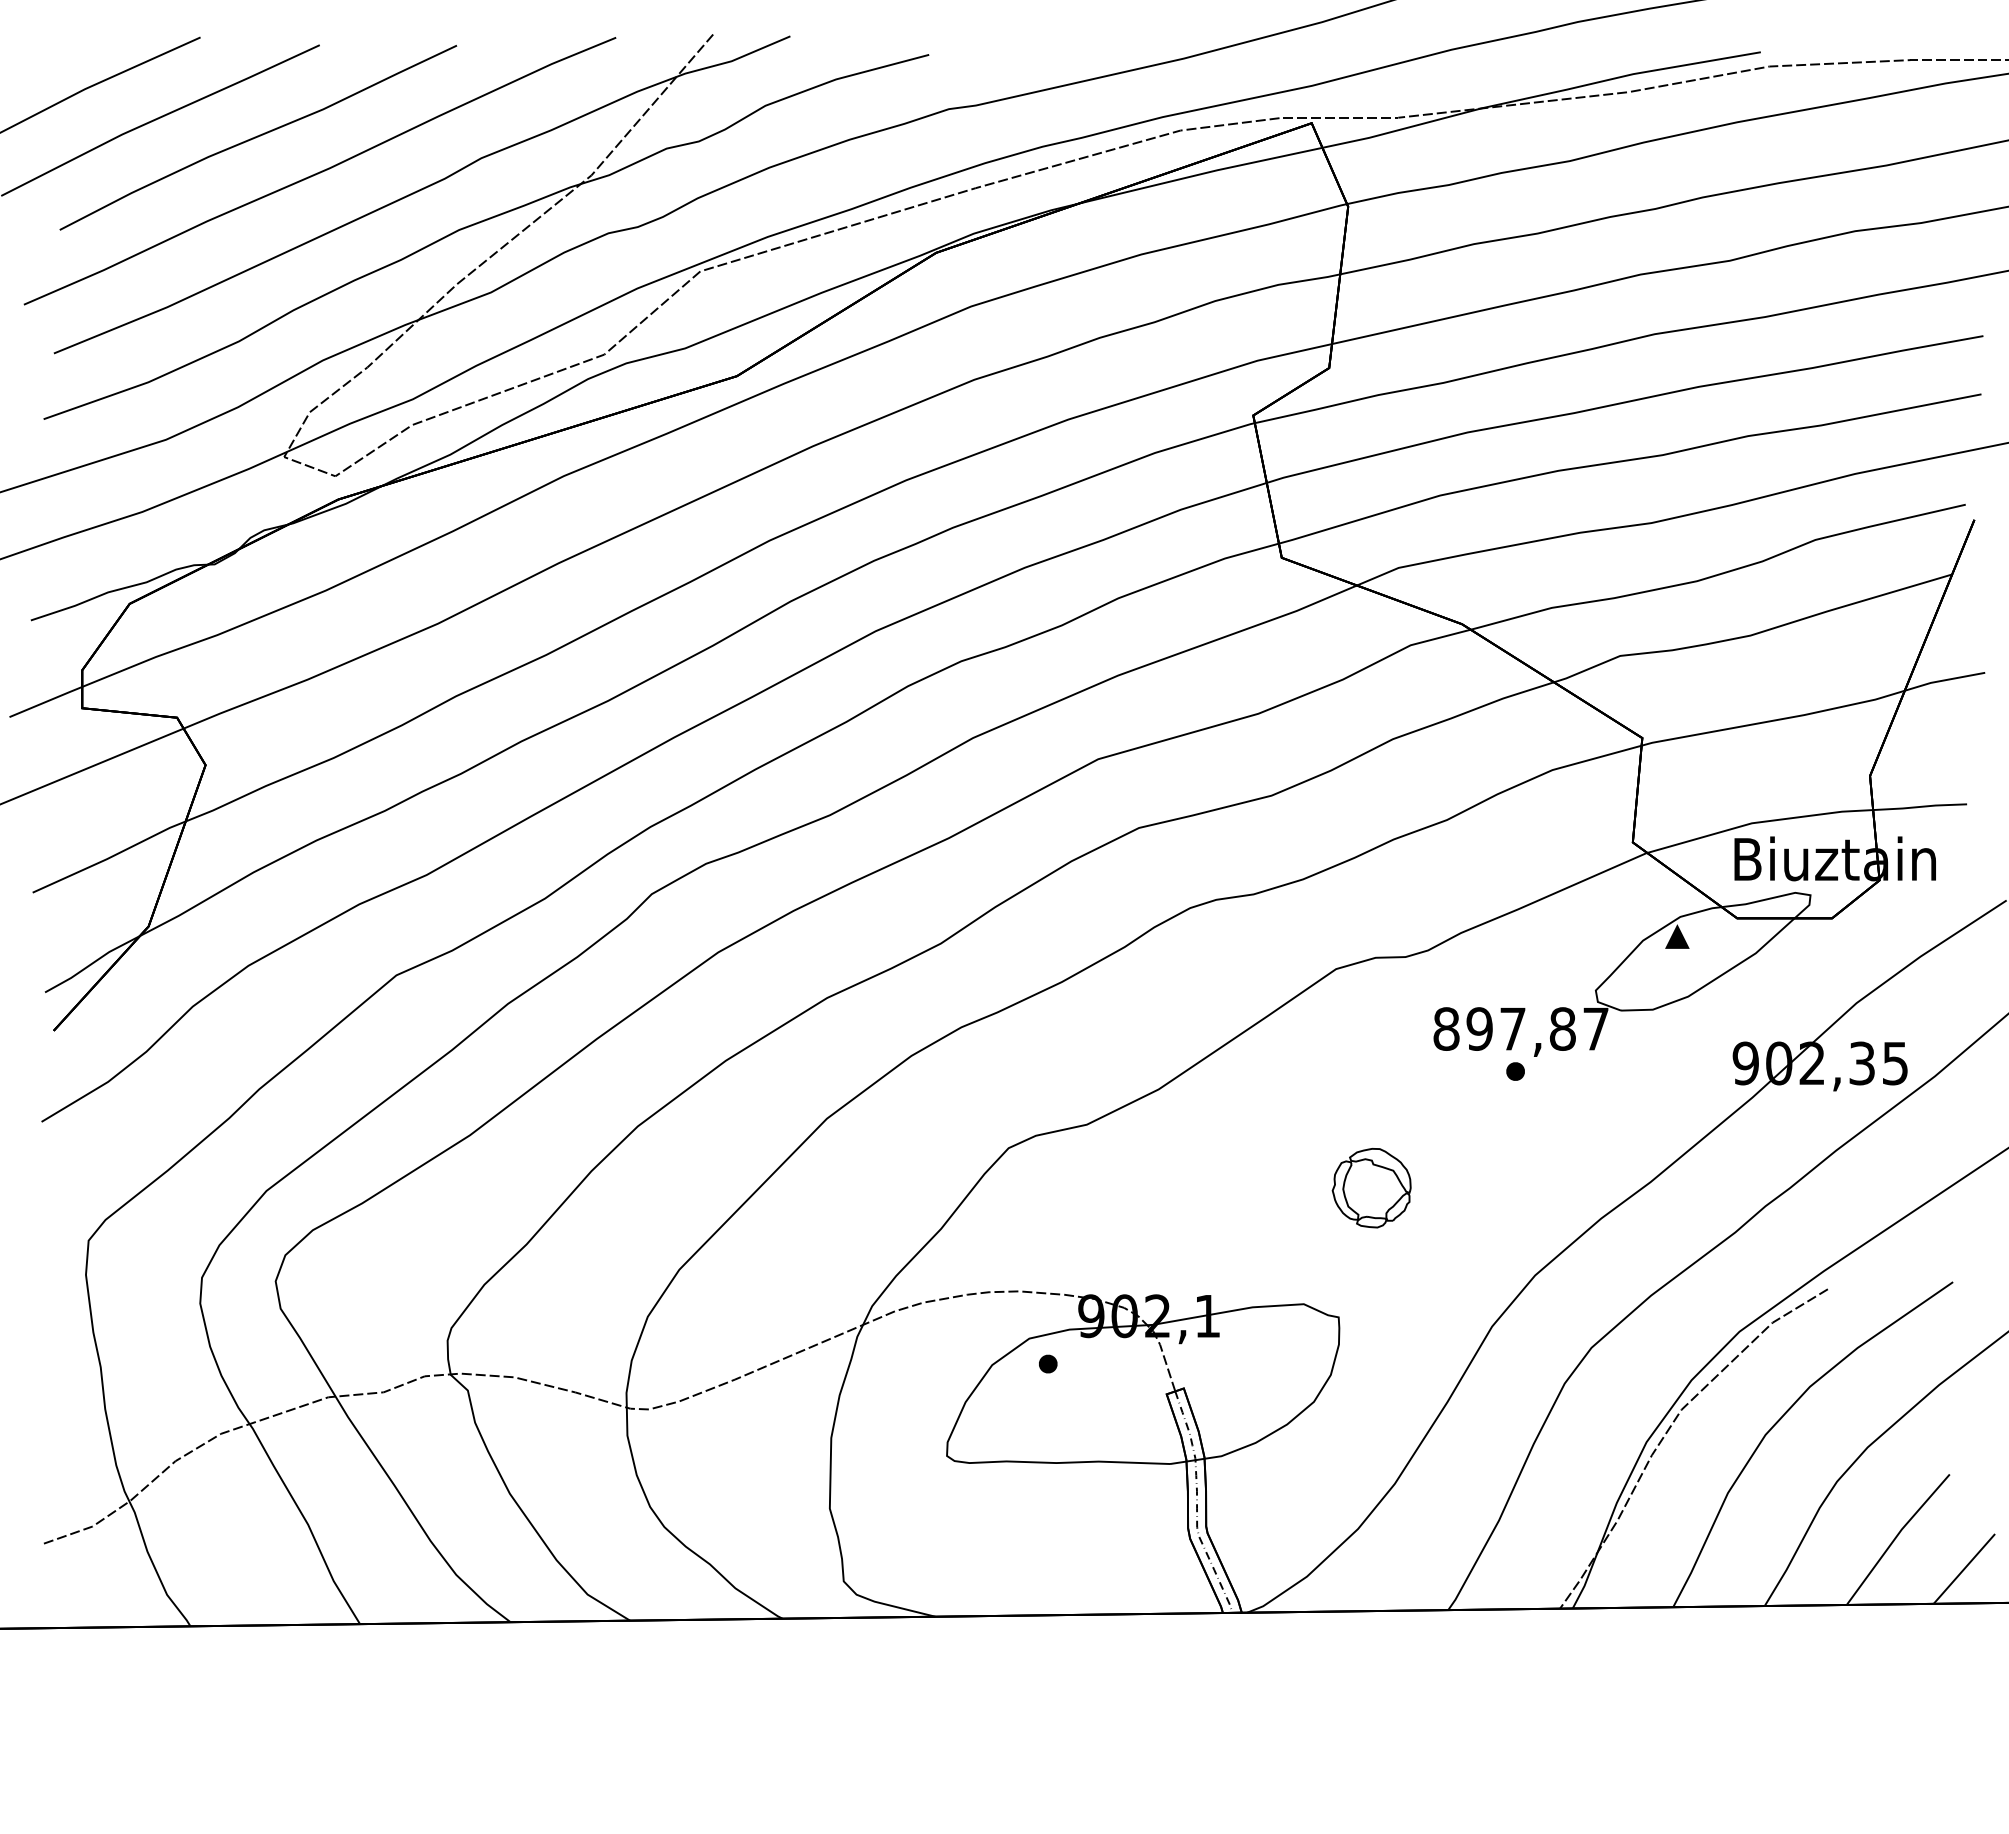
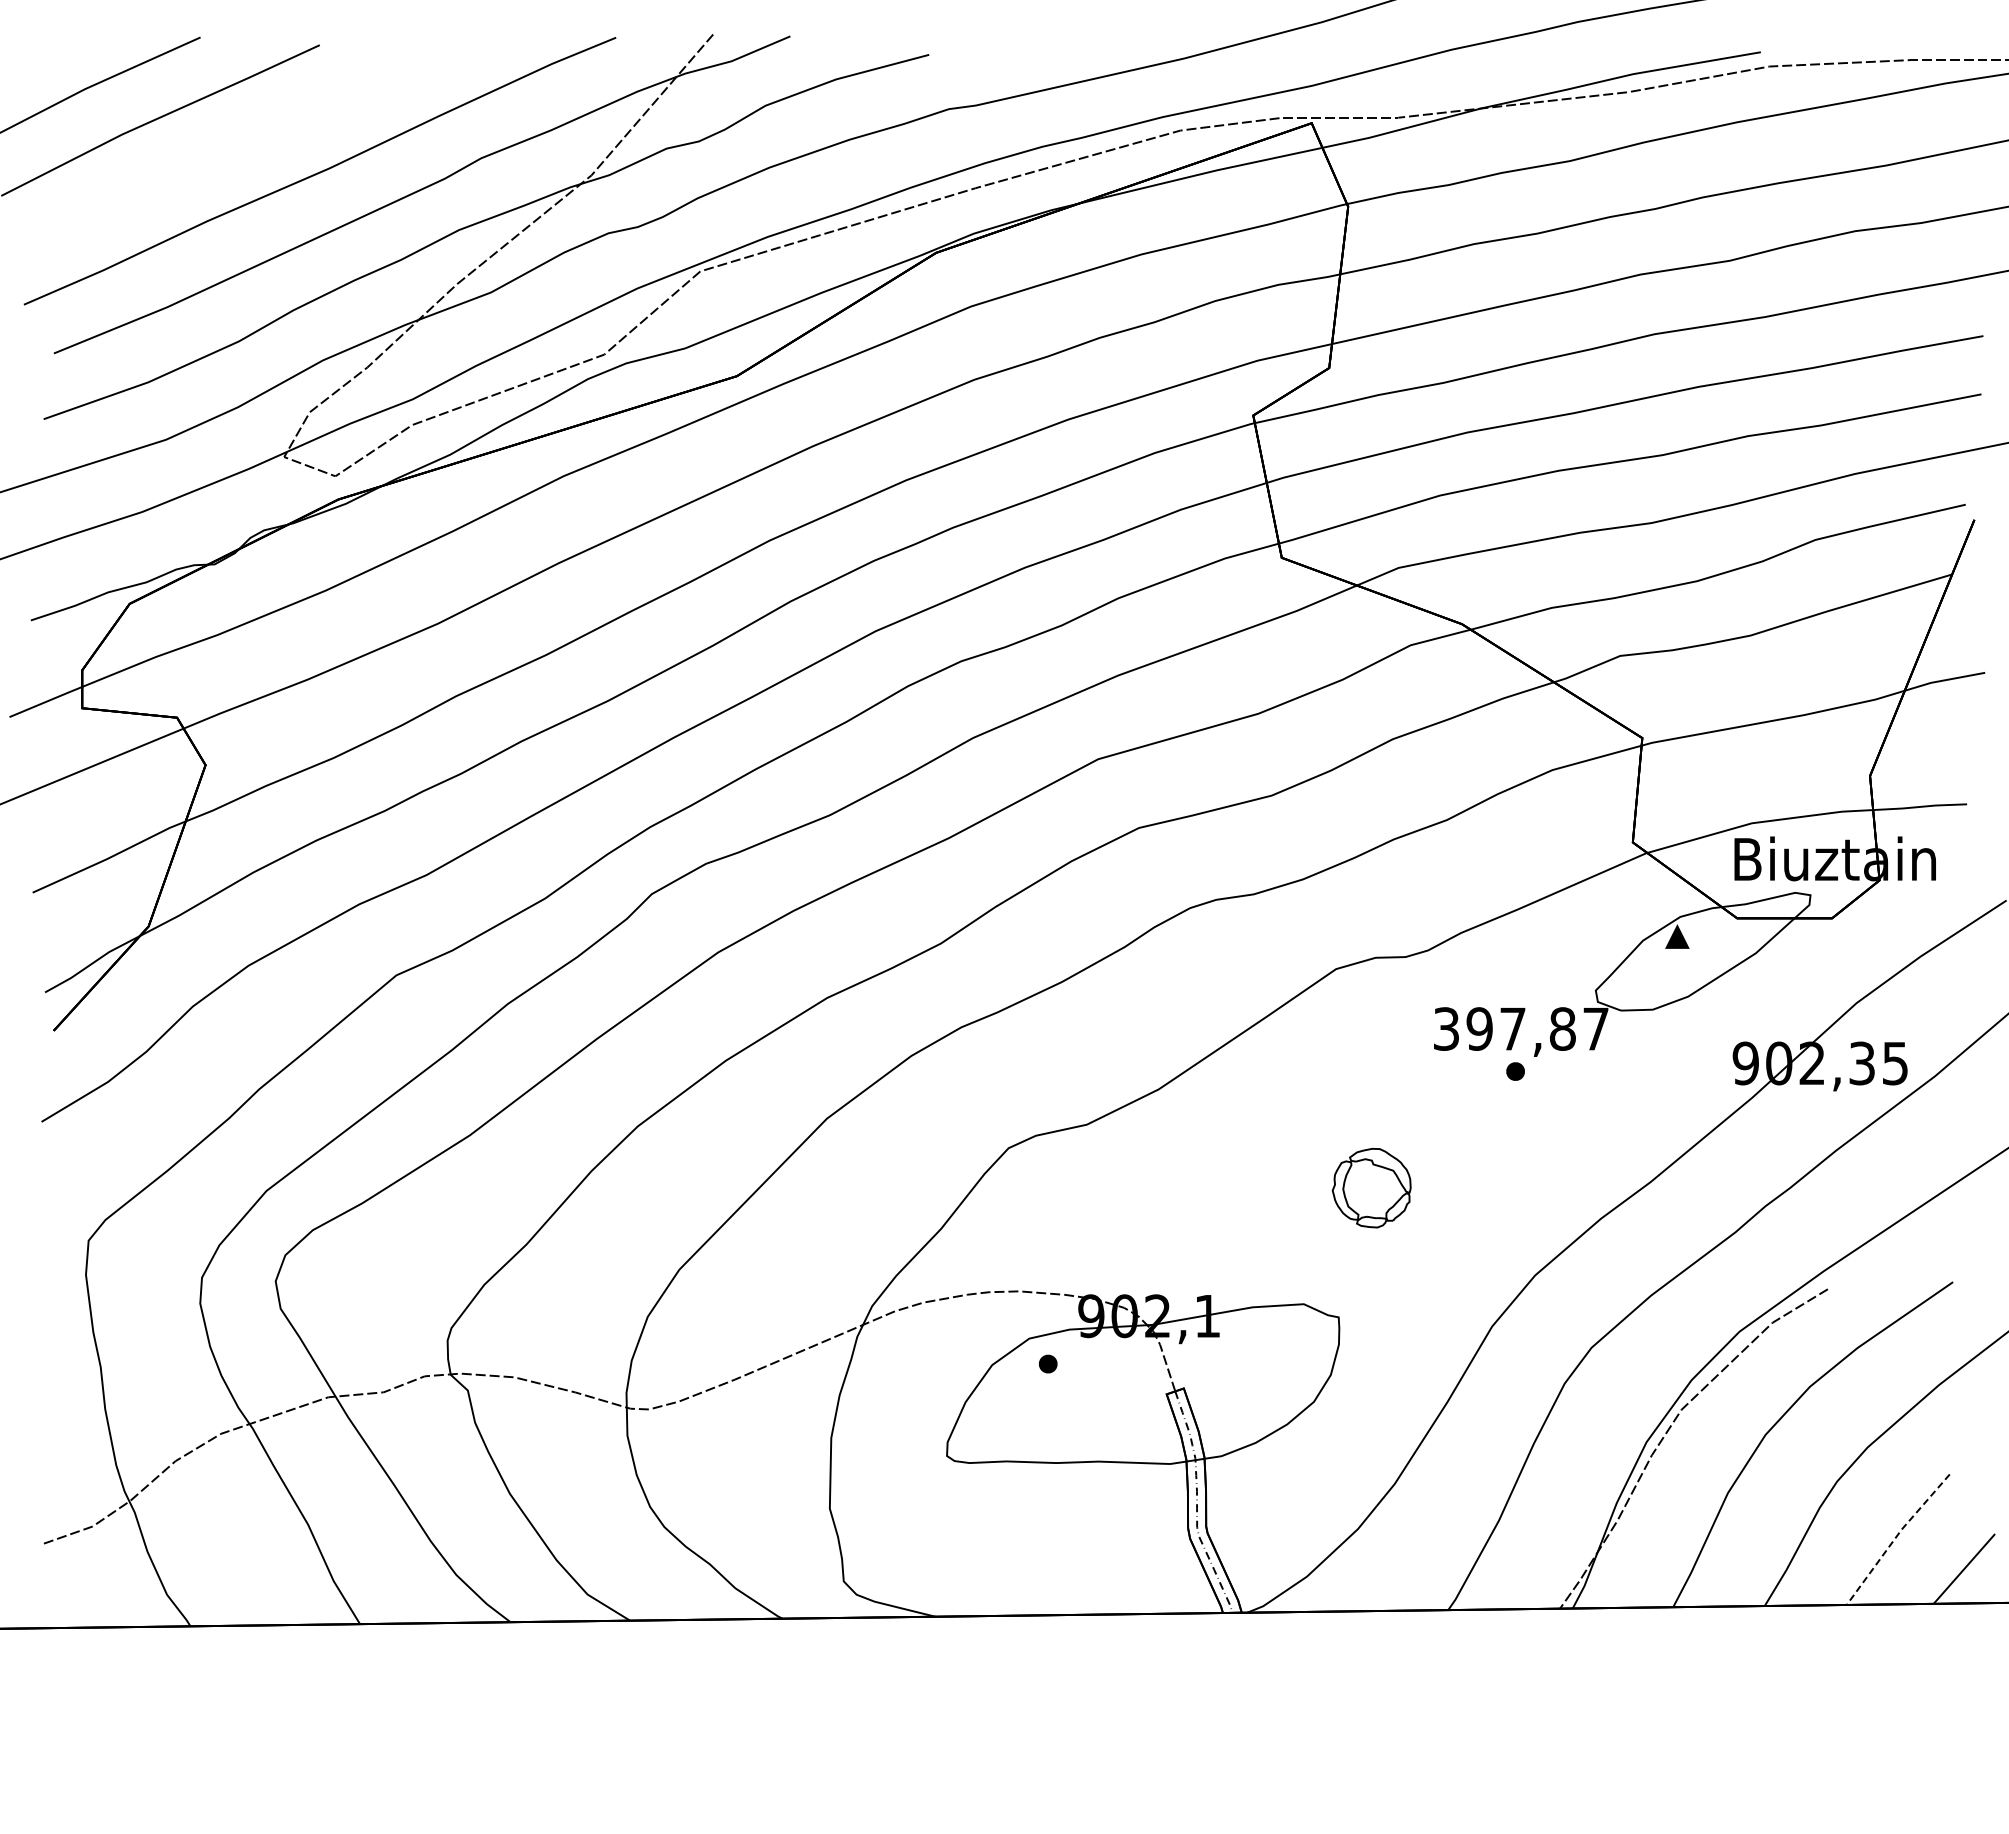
curve at (258, 137): present -> none
text at (1446, 1028): 897,87 -> 397,87
line at (1896, 1537): solid -> dashed
